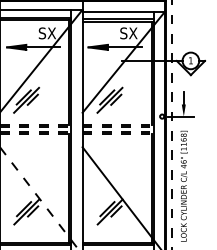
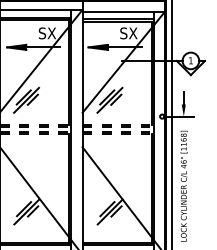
line at (171, 124): dashed -> solid
line at (39, 198): dashed -> solid
